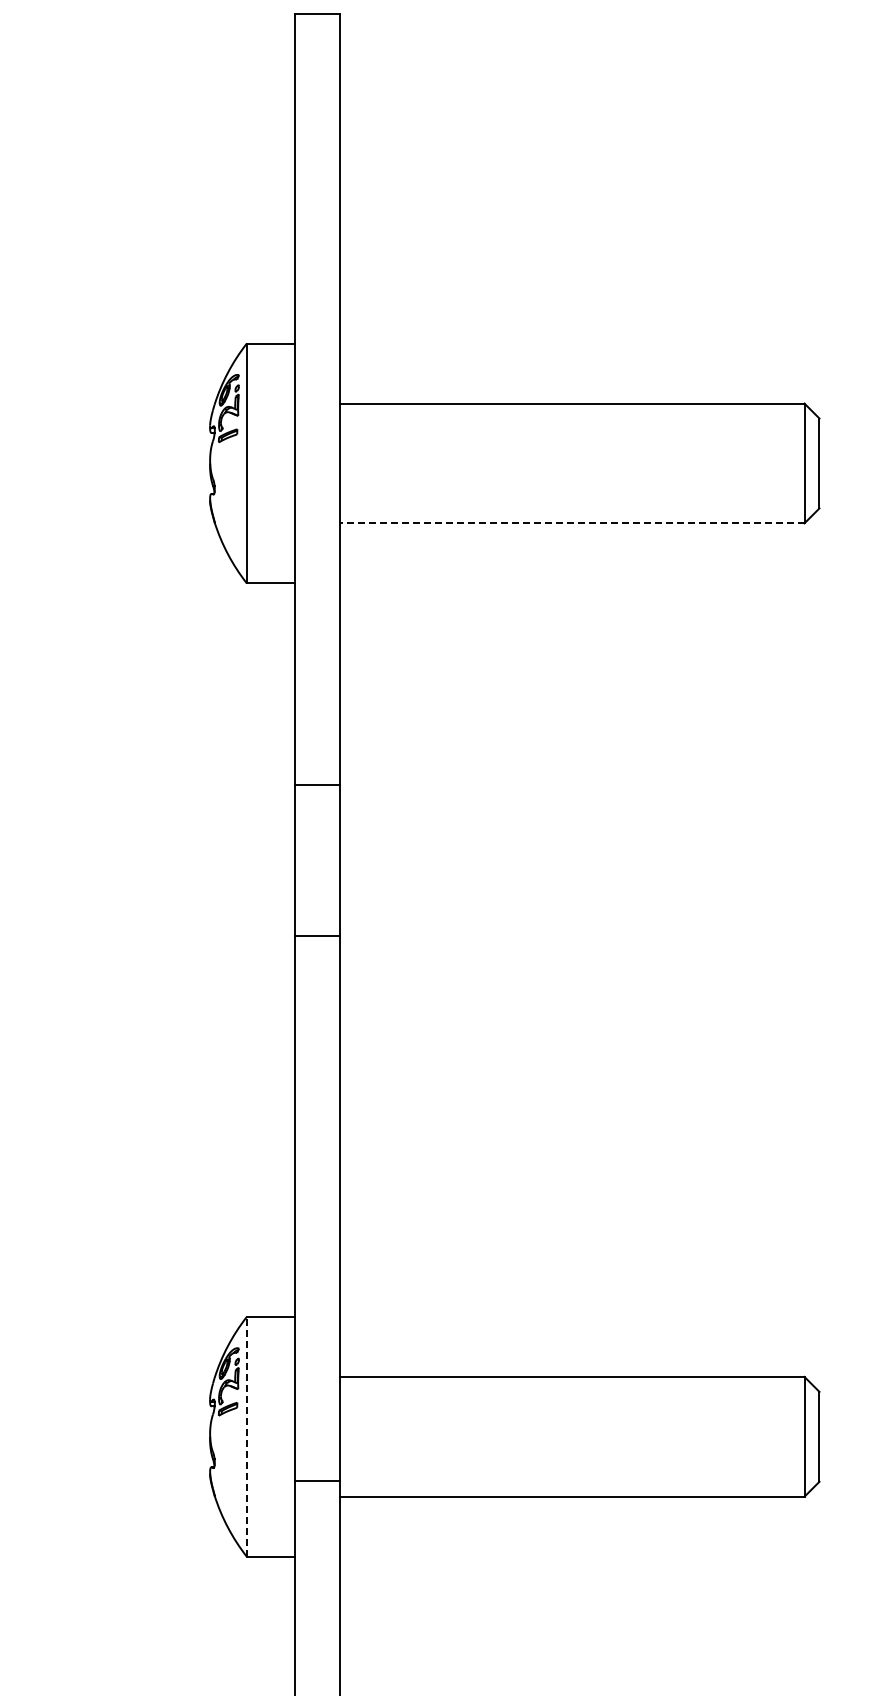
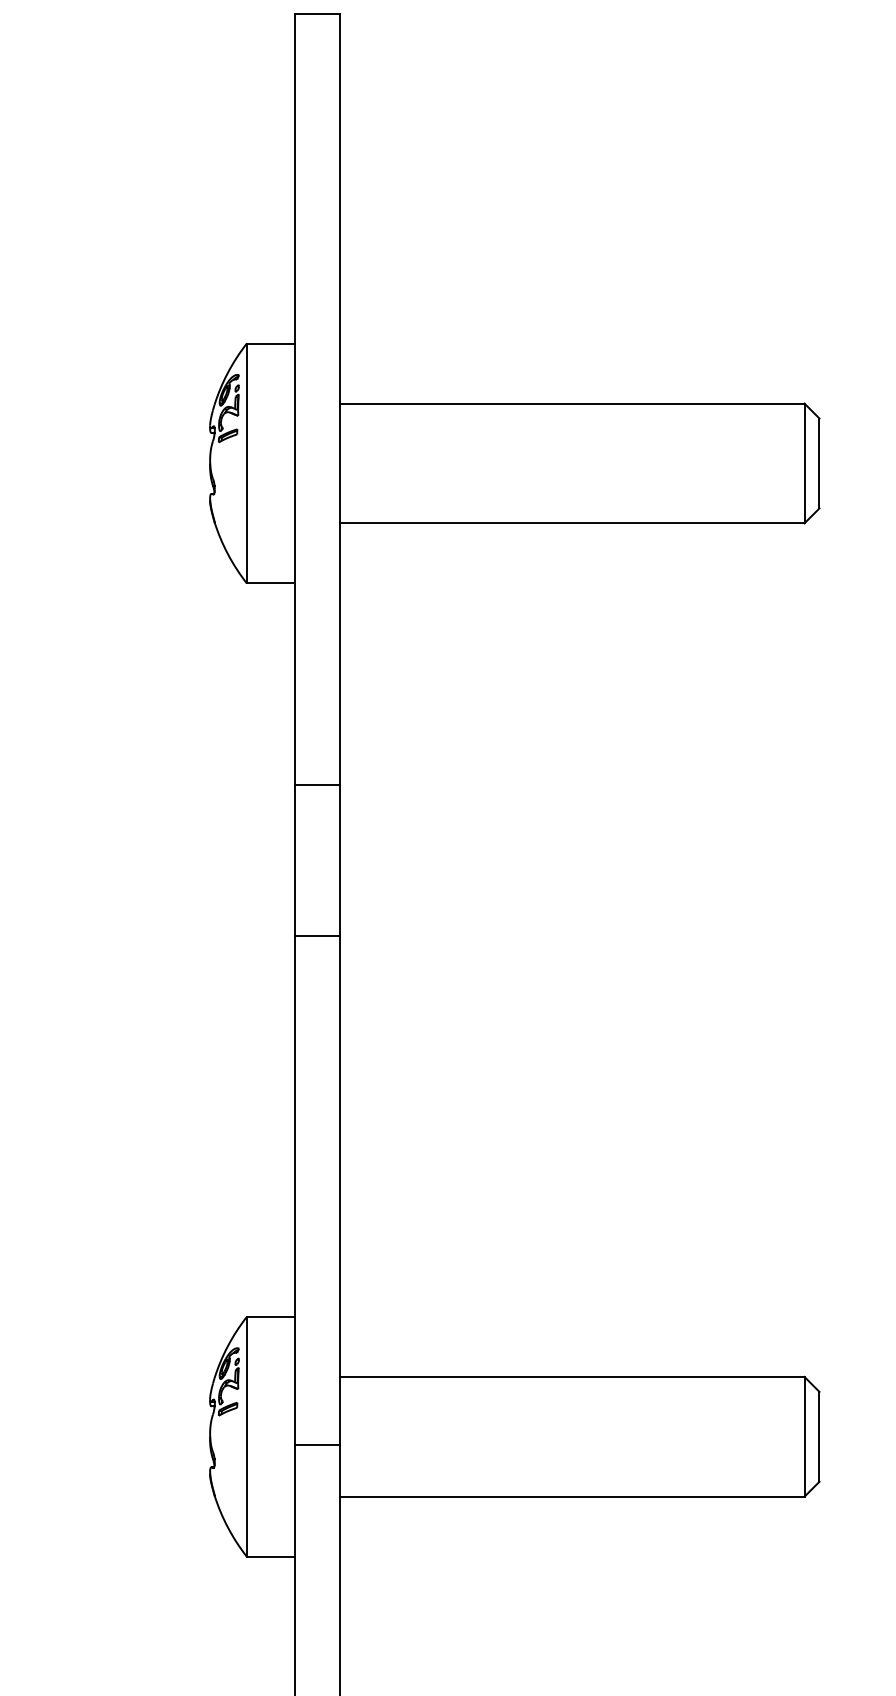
line at (571, 523): dashed -> solid
line at (246, 1436): dashed -> solid
line at (317, 1481) position: (317, 1481) -> (317, 1445)
